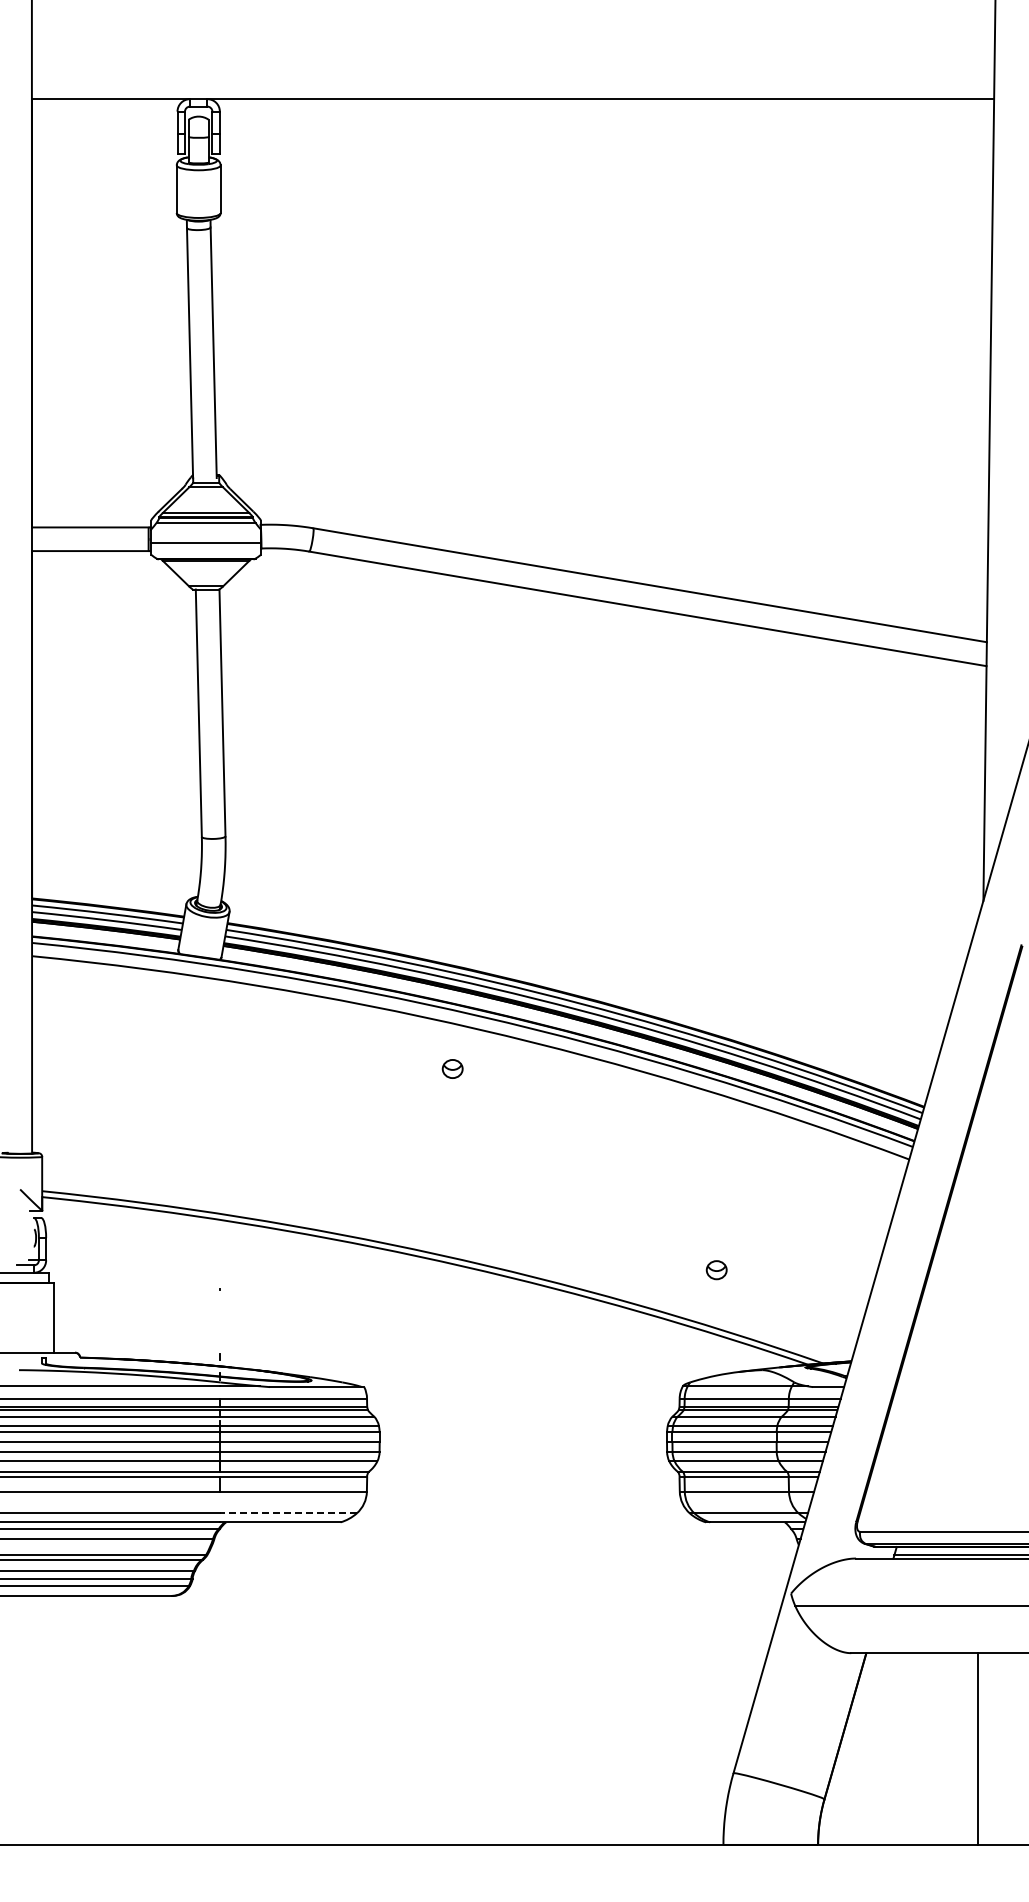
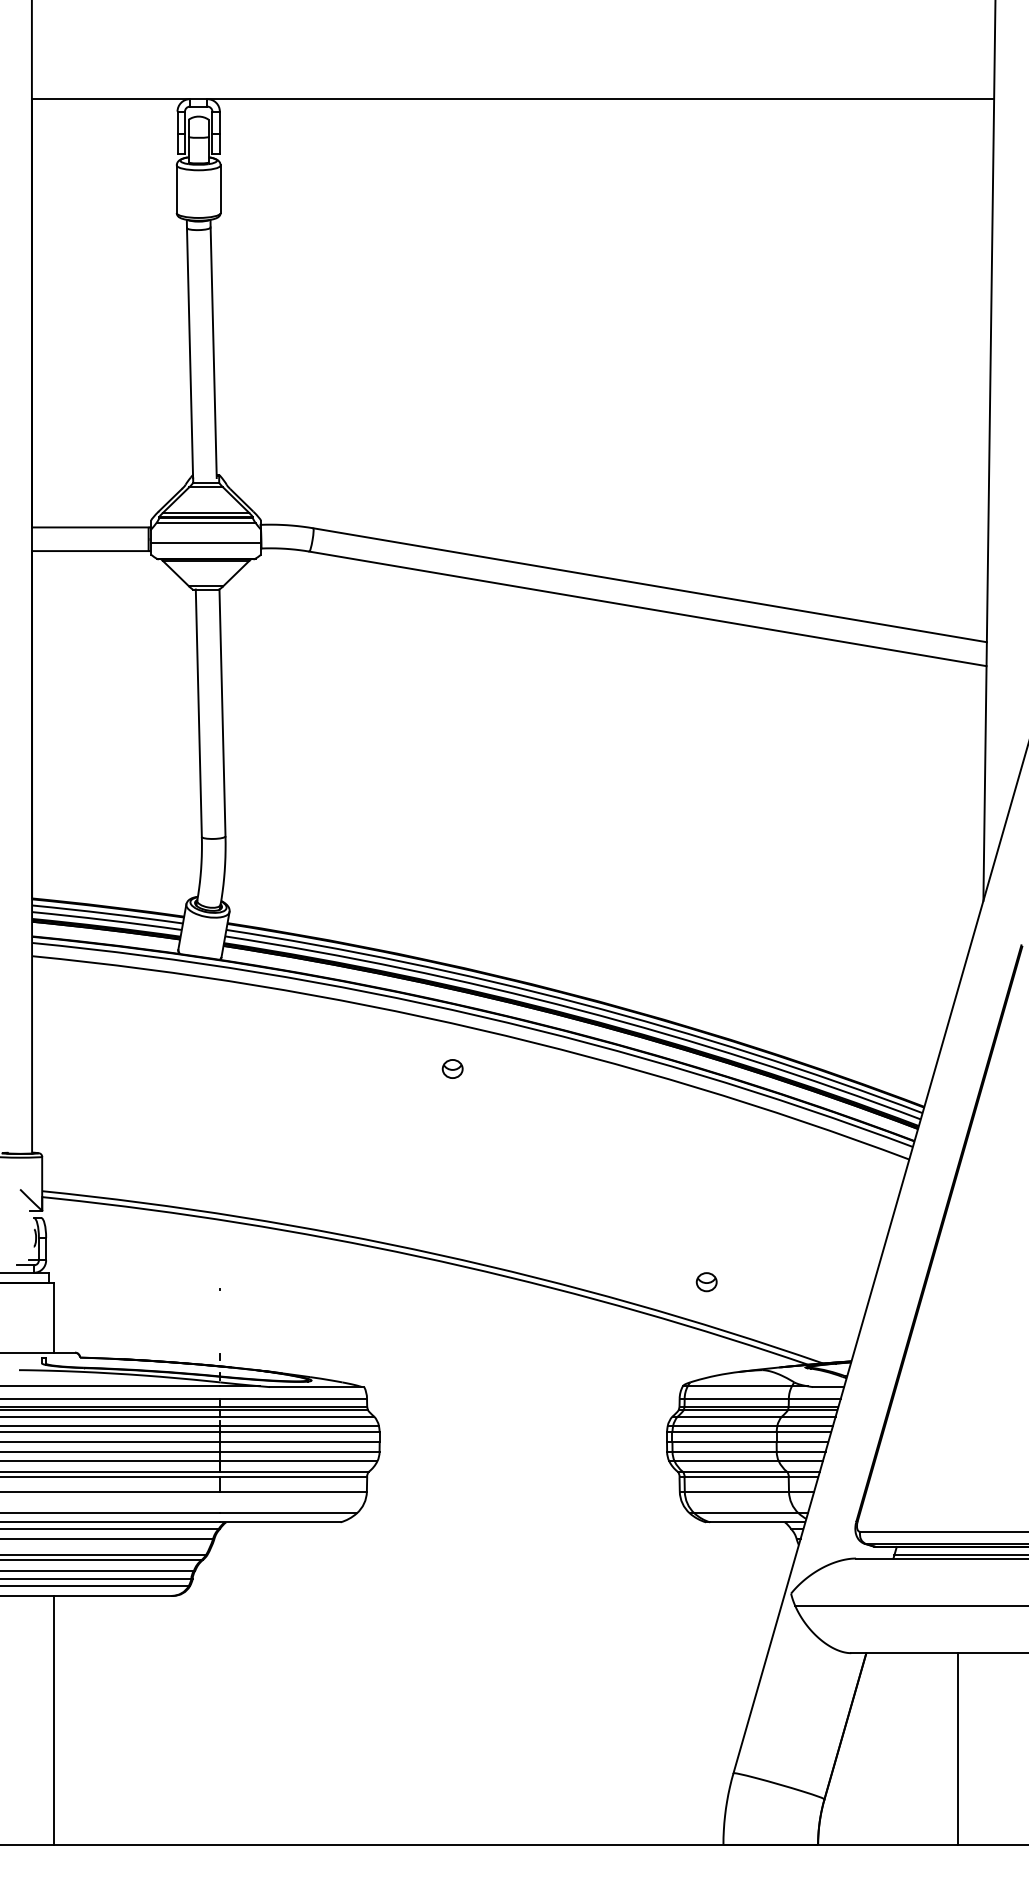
part at (716, 1270) position: (716, 1270) -> (706, 1282)
line at (288, 1513): dashed -> solid
line at (53, 1719): none -> present
line at (977, 1748) position: (977, 1748) -> (957, 1748)
